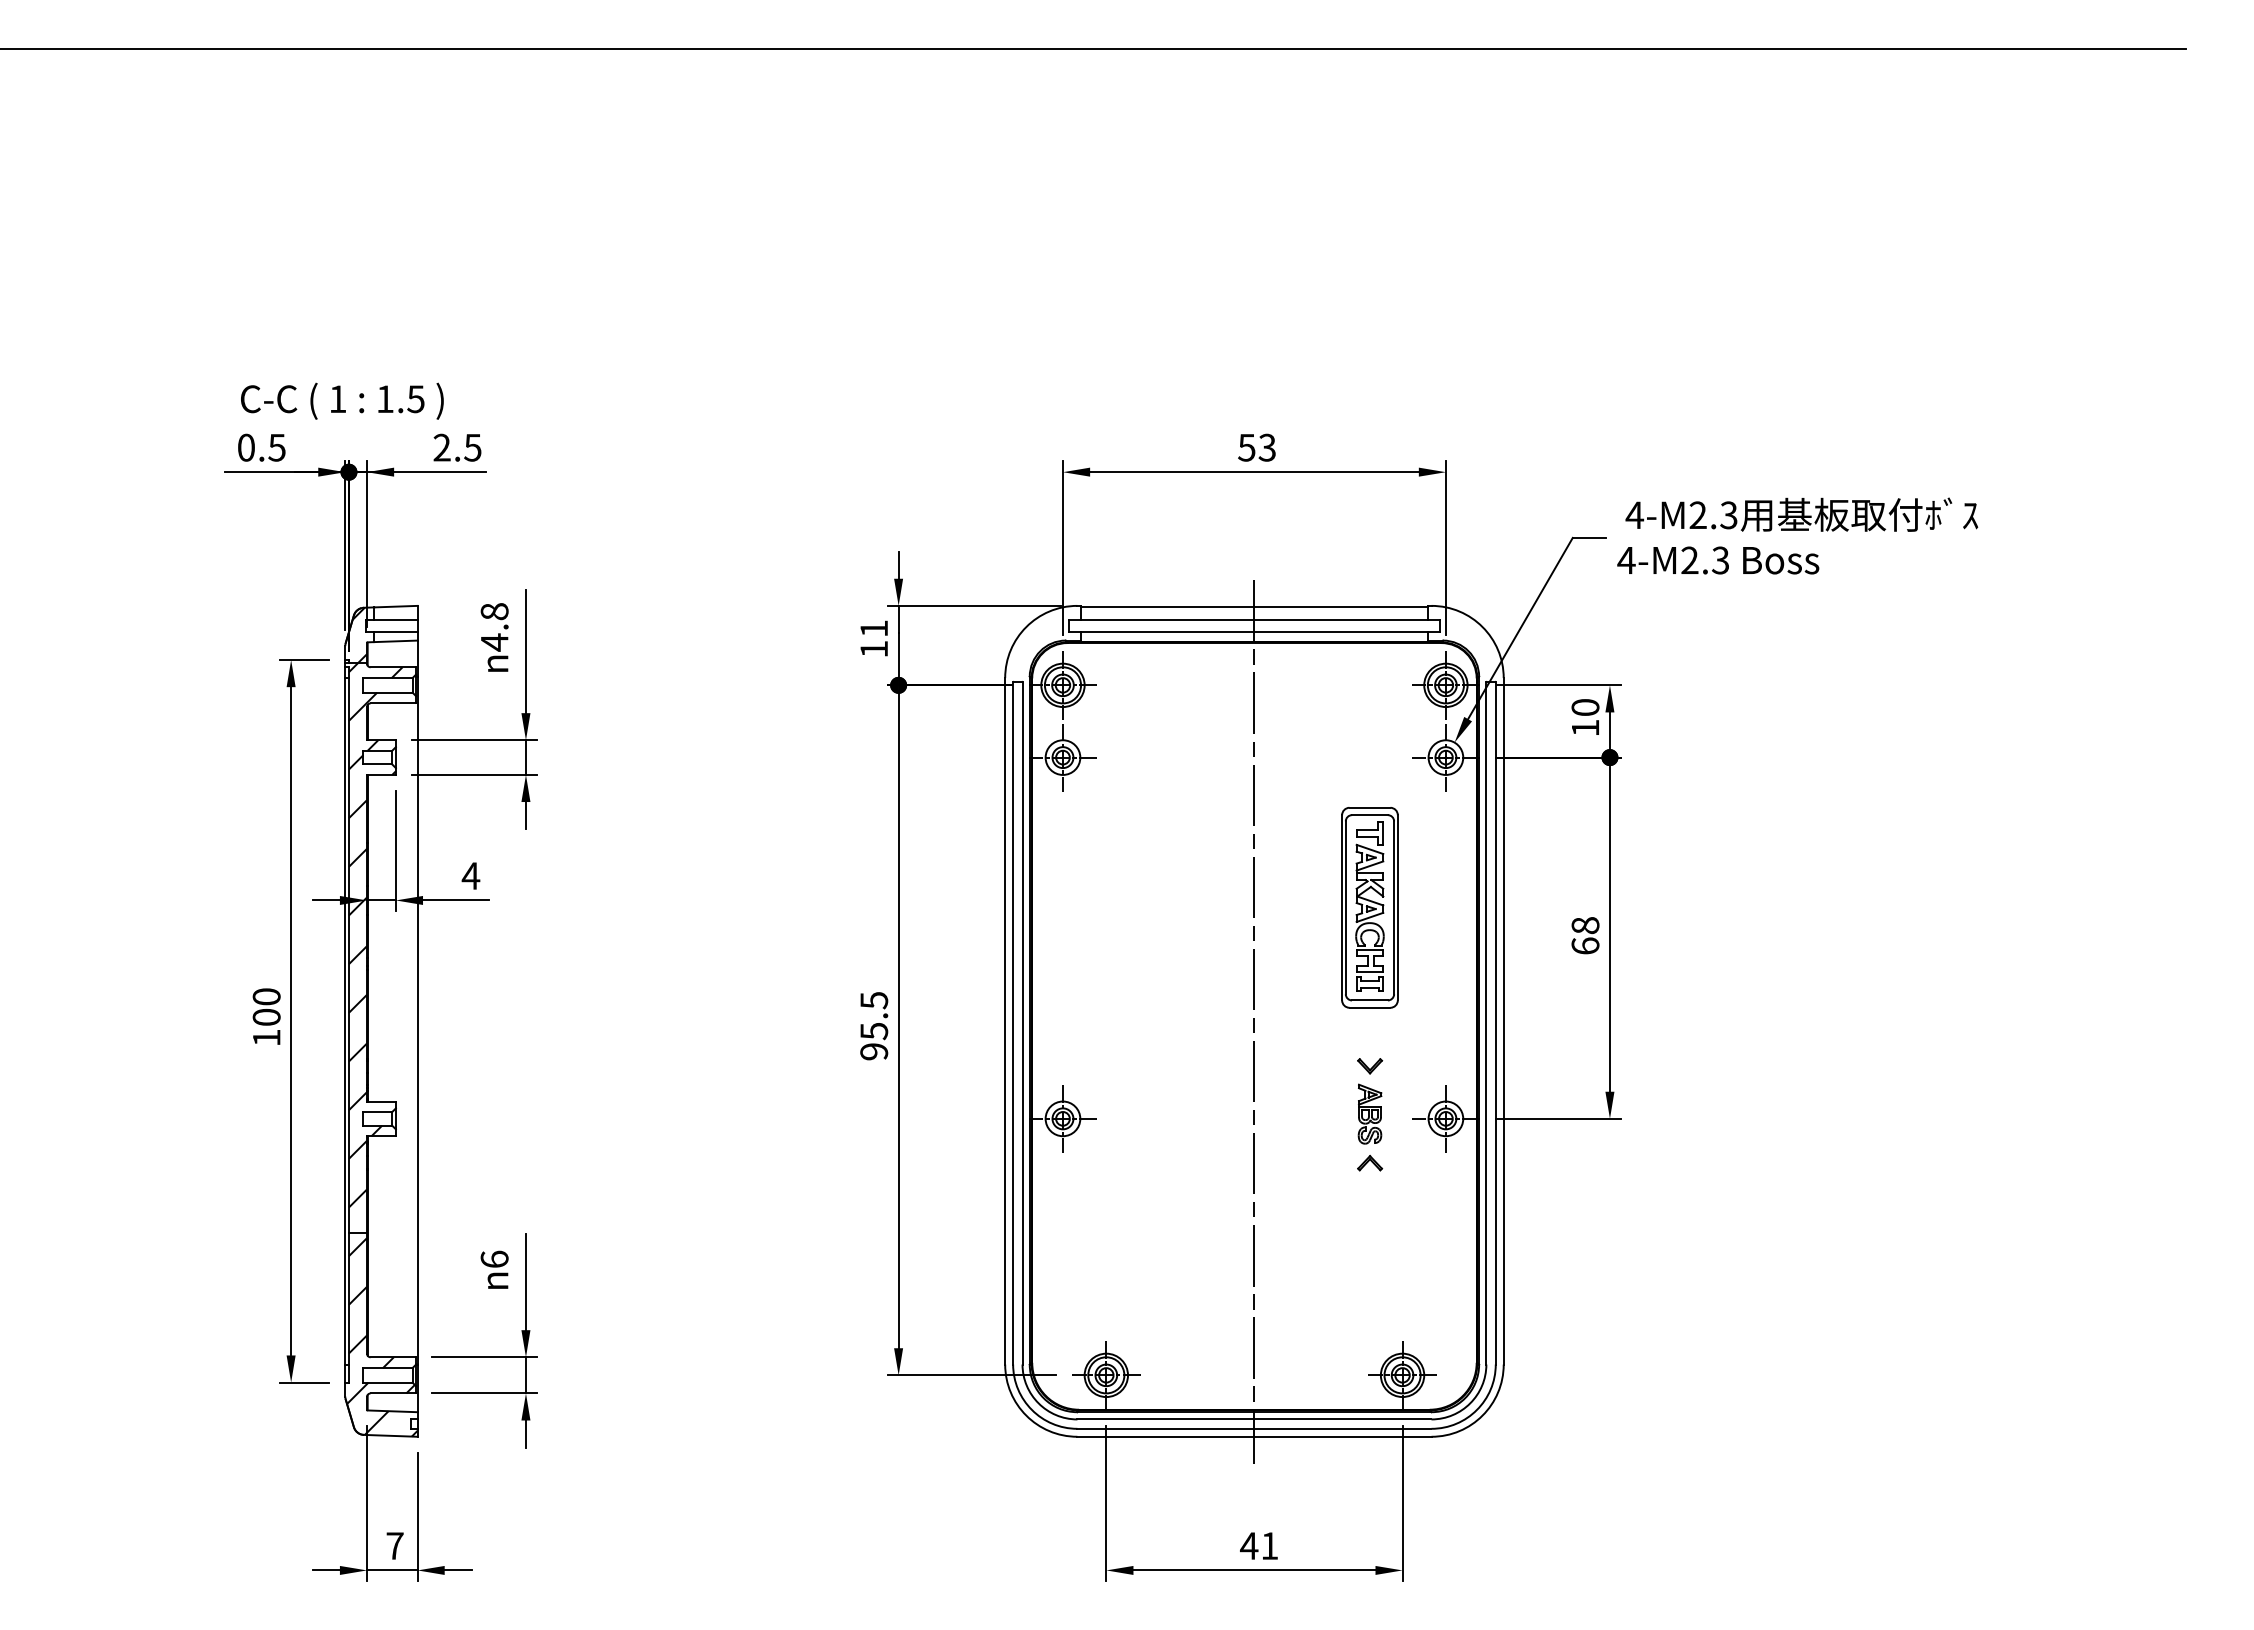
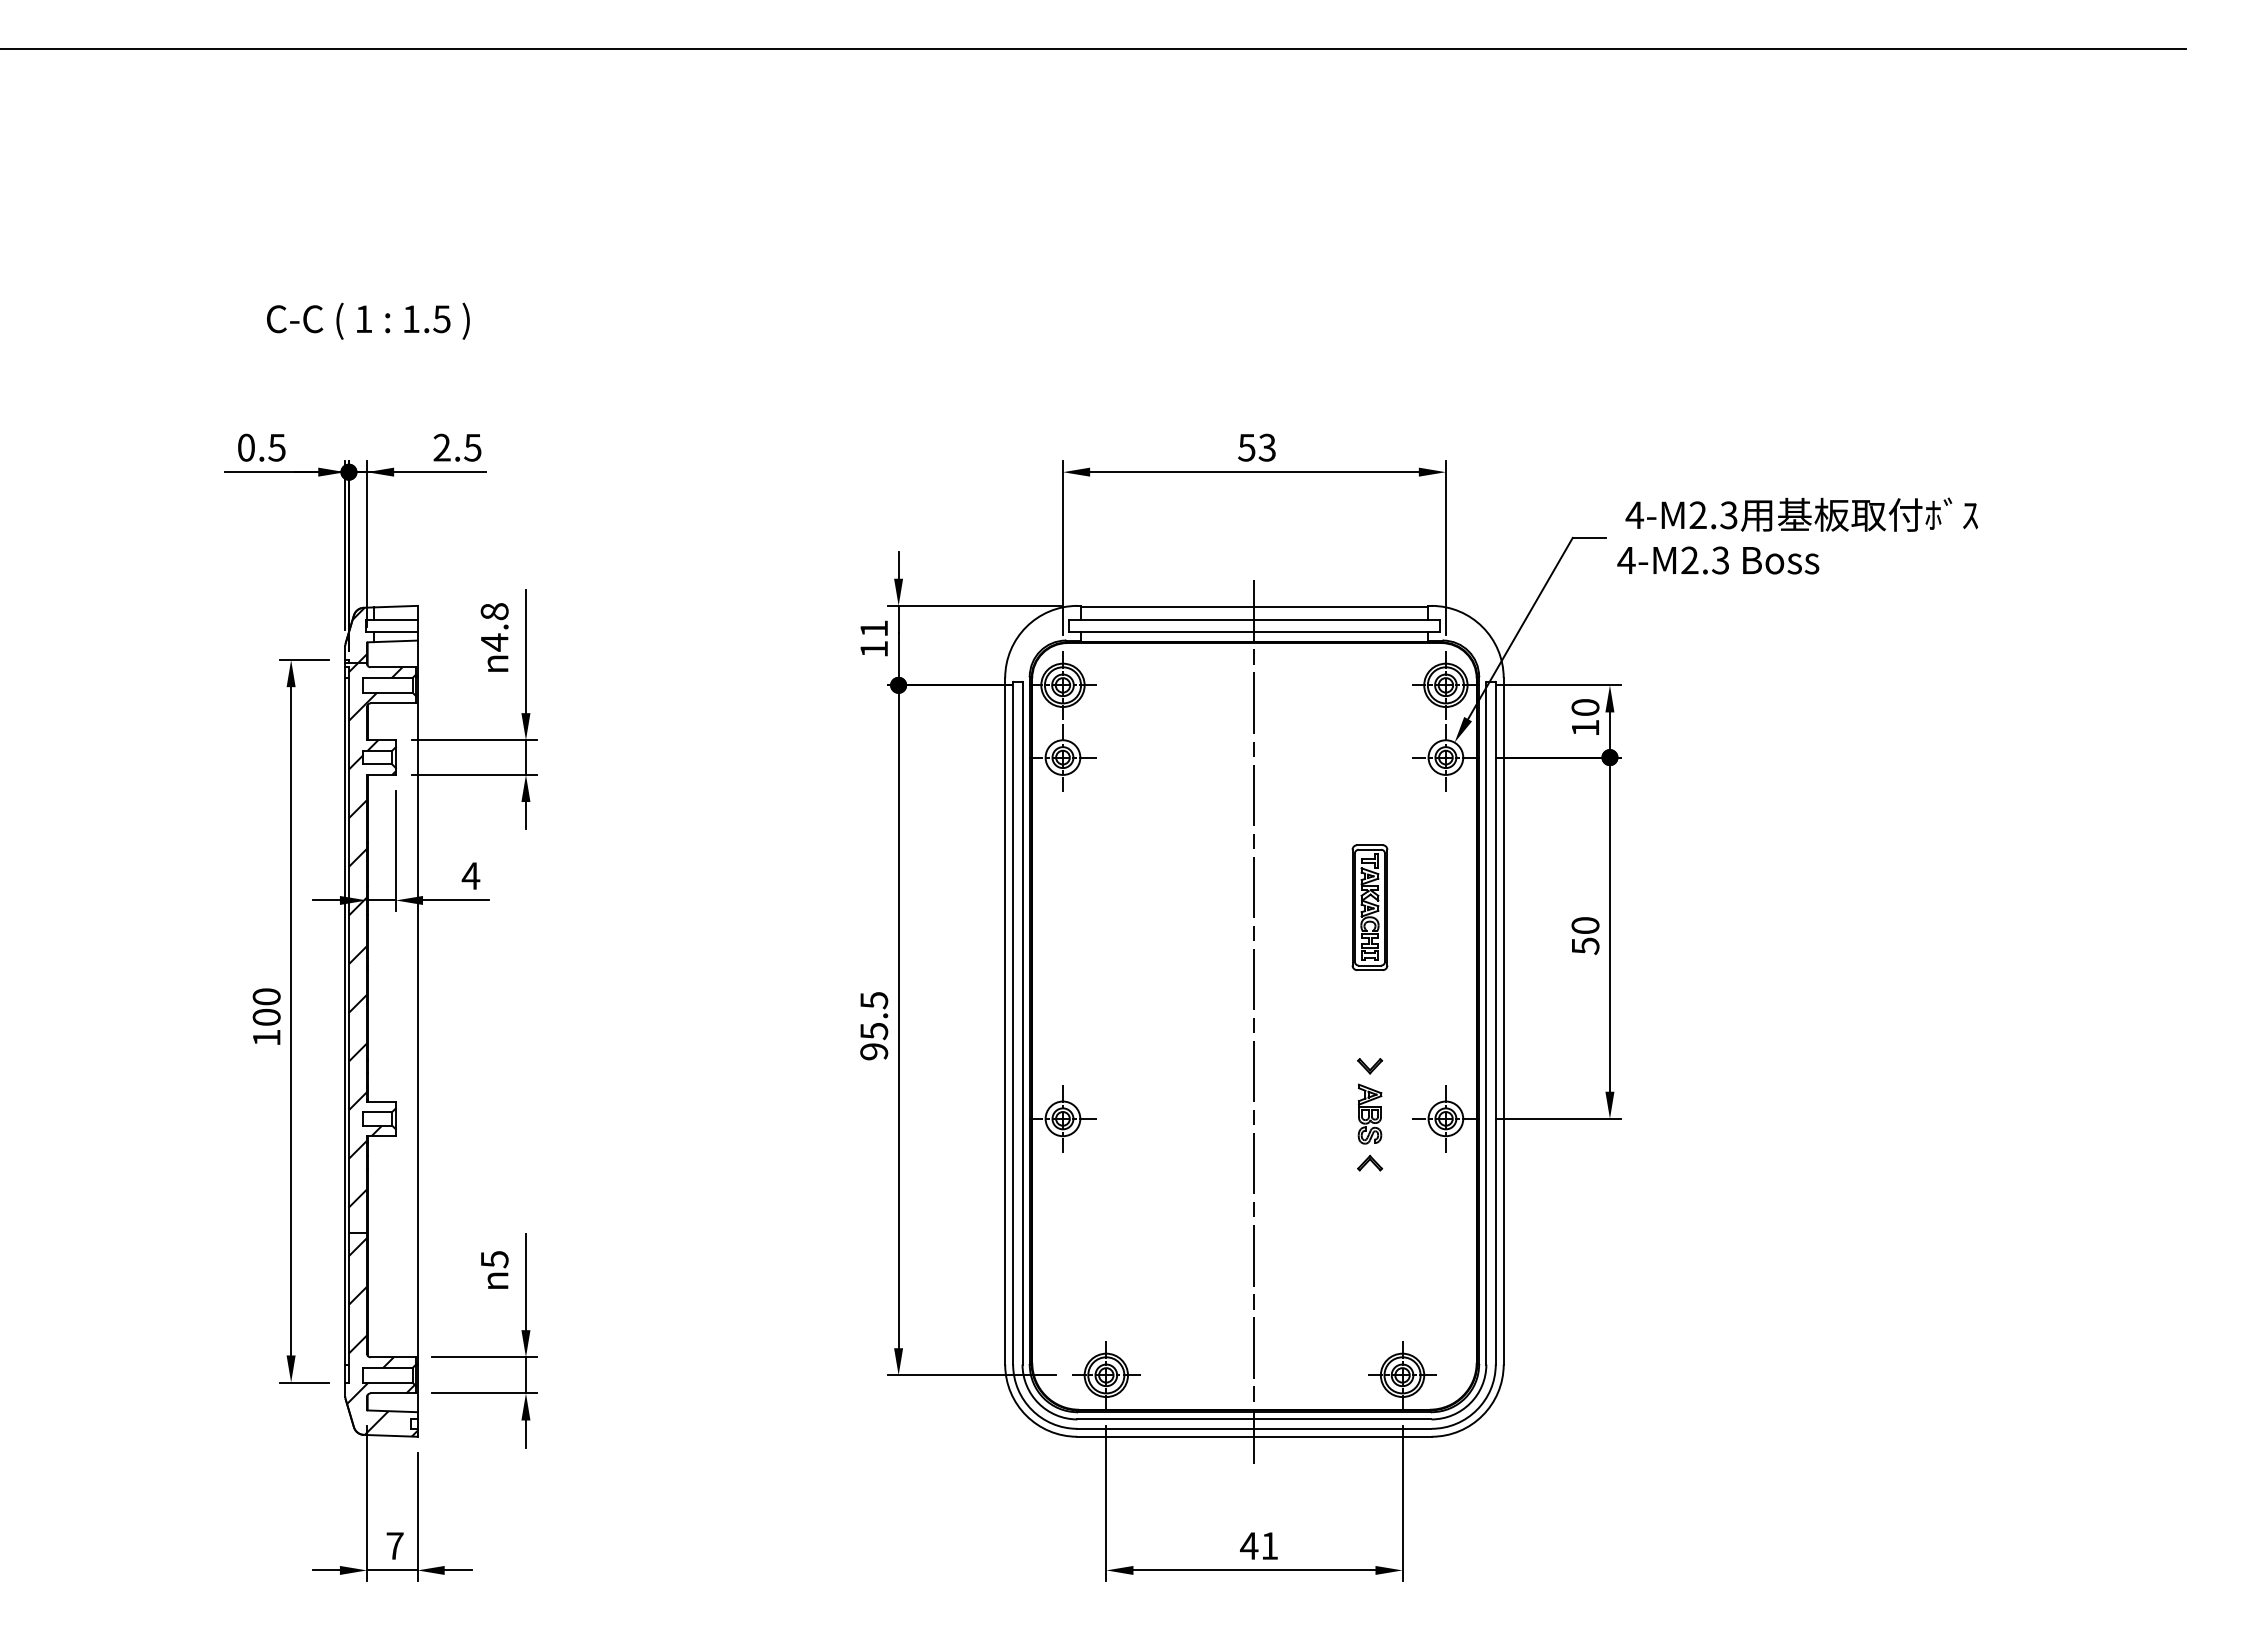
text at (342, 400) position: (342, 400) -> (368, 320)
part at (1369, 907) size: 58x202 px -> 38x127 px
text at (1585, 935): 68 -> 50
text at (494, 1259): 6 -> 5
